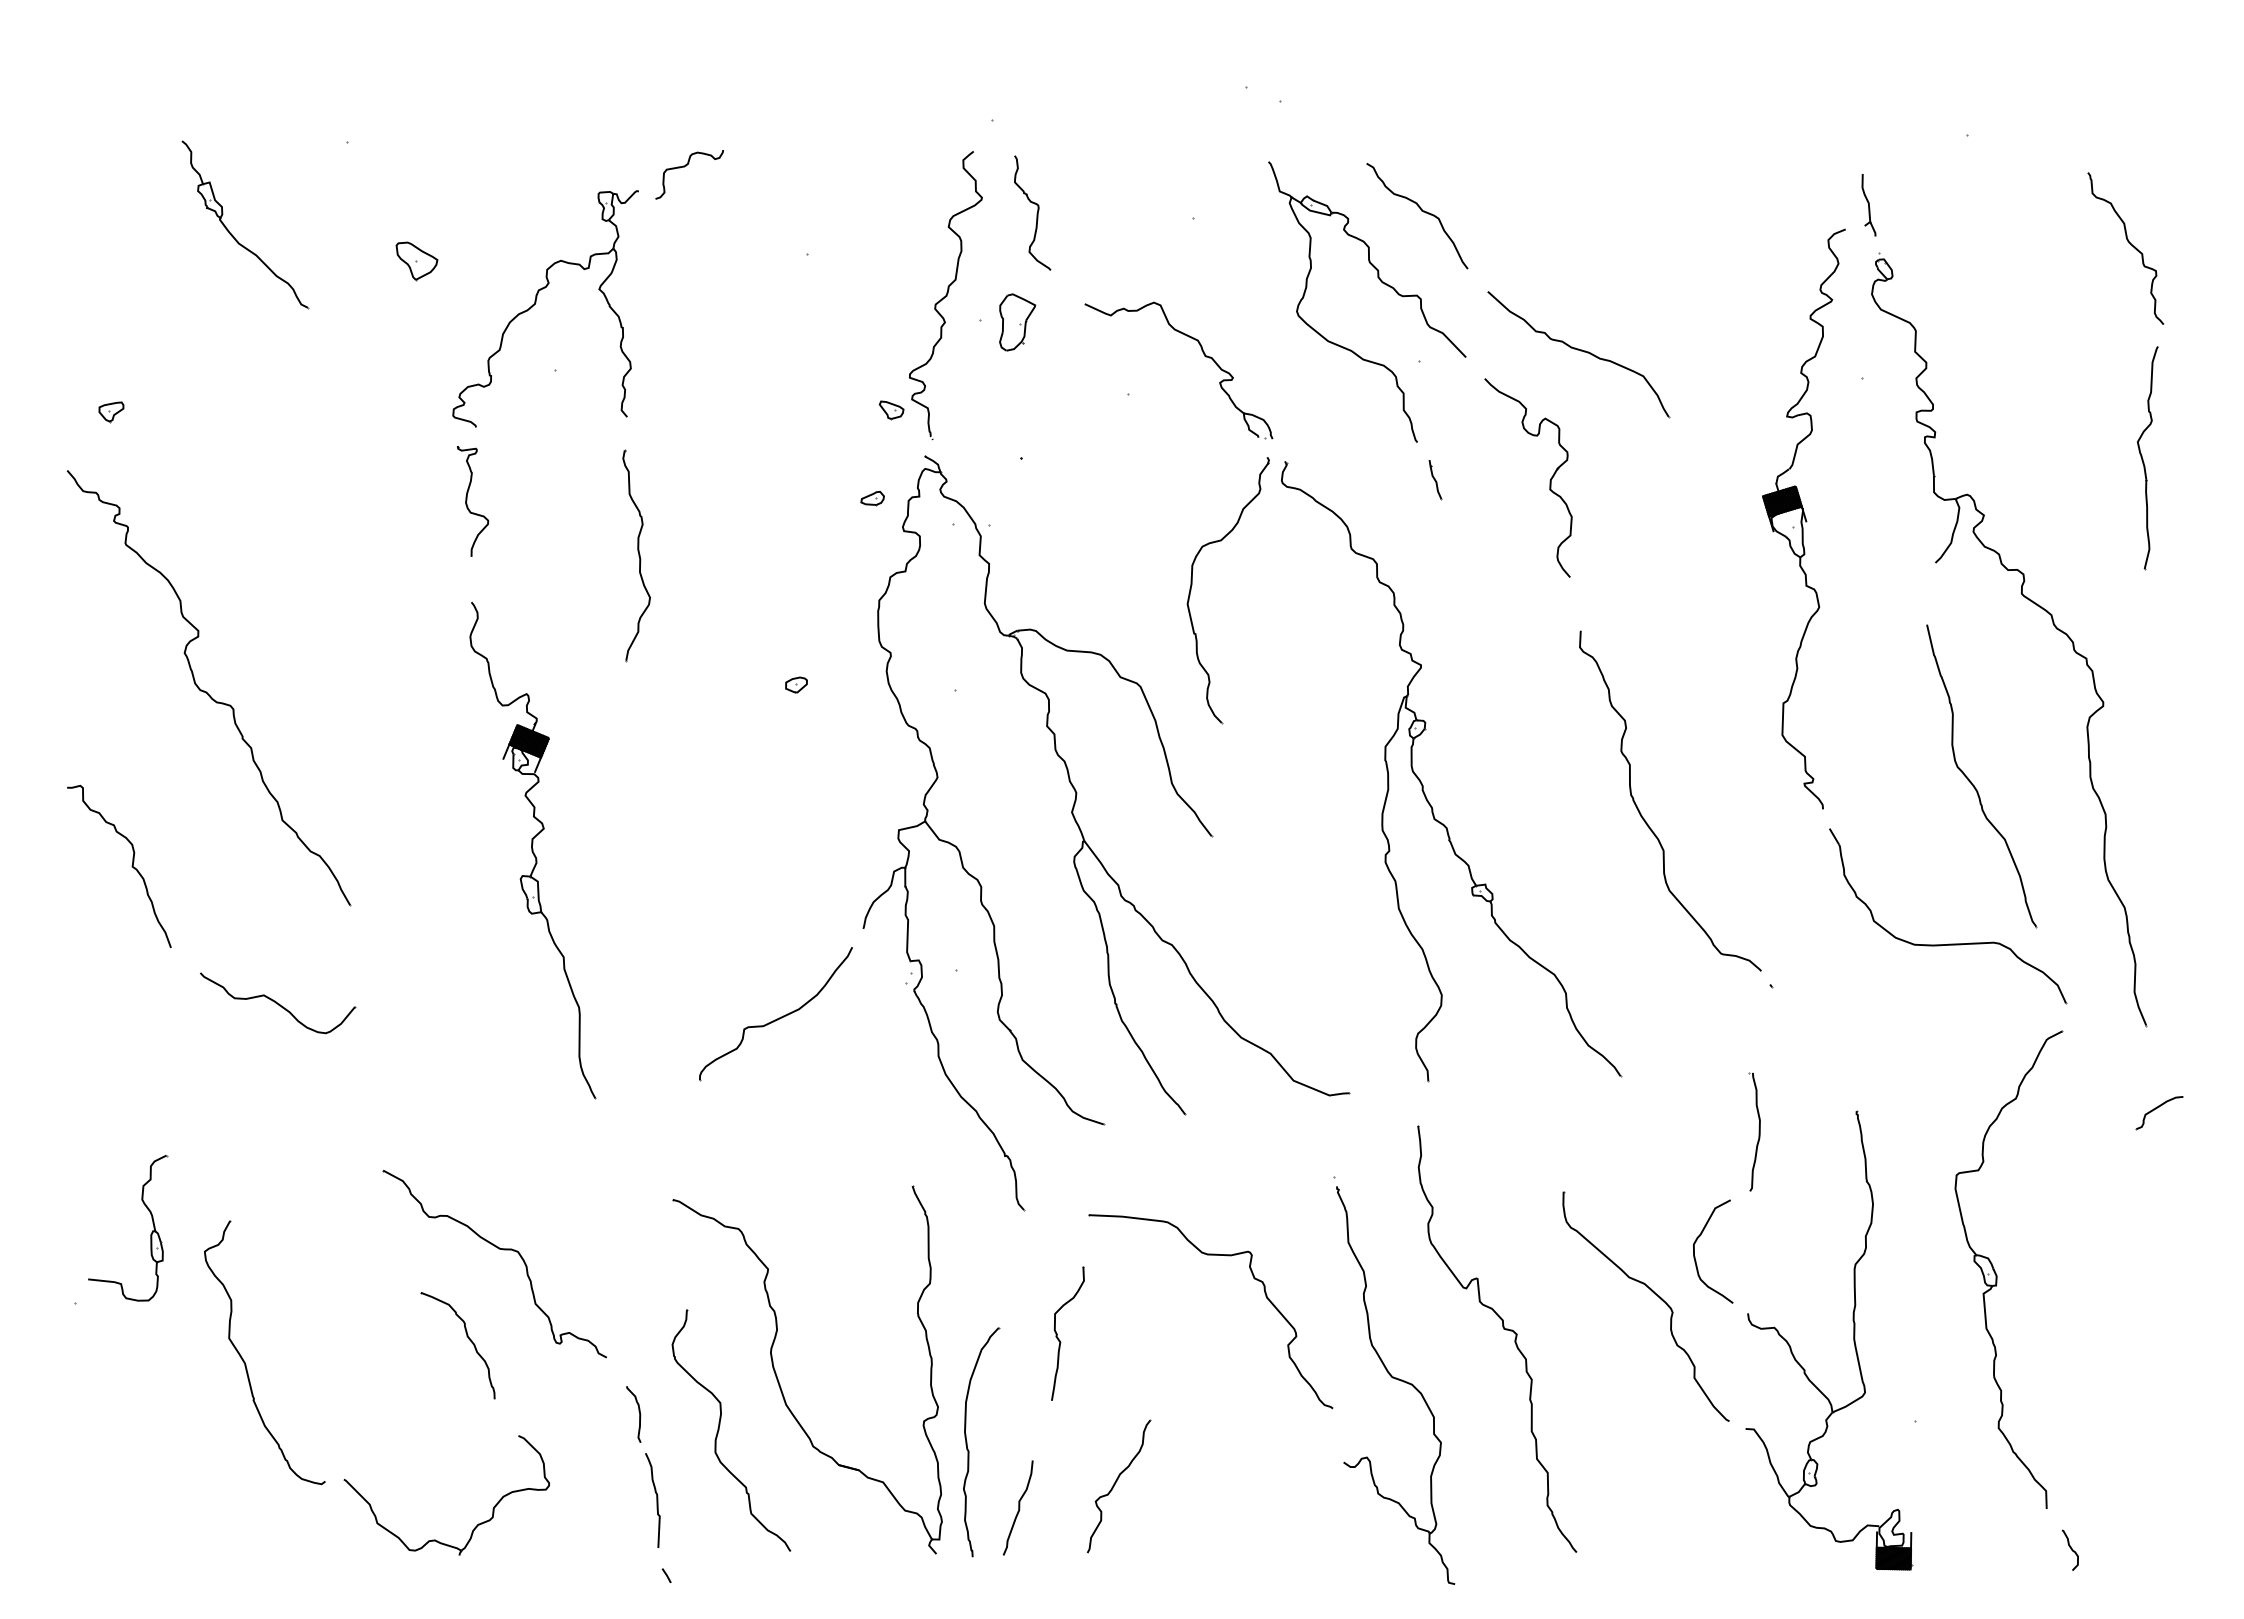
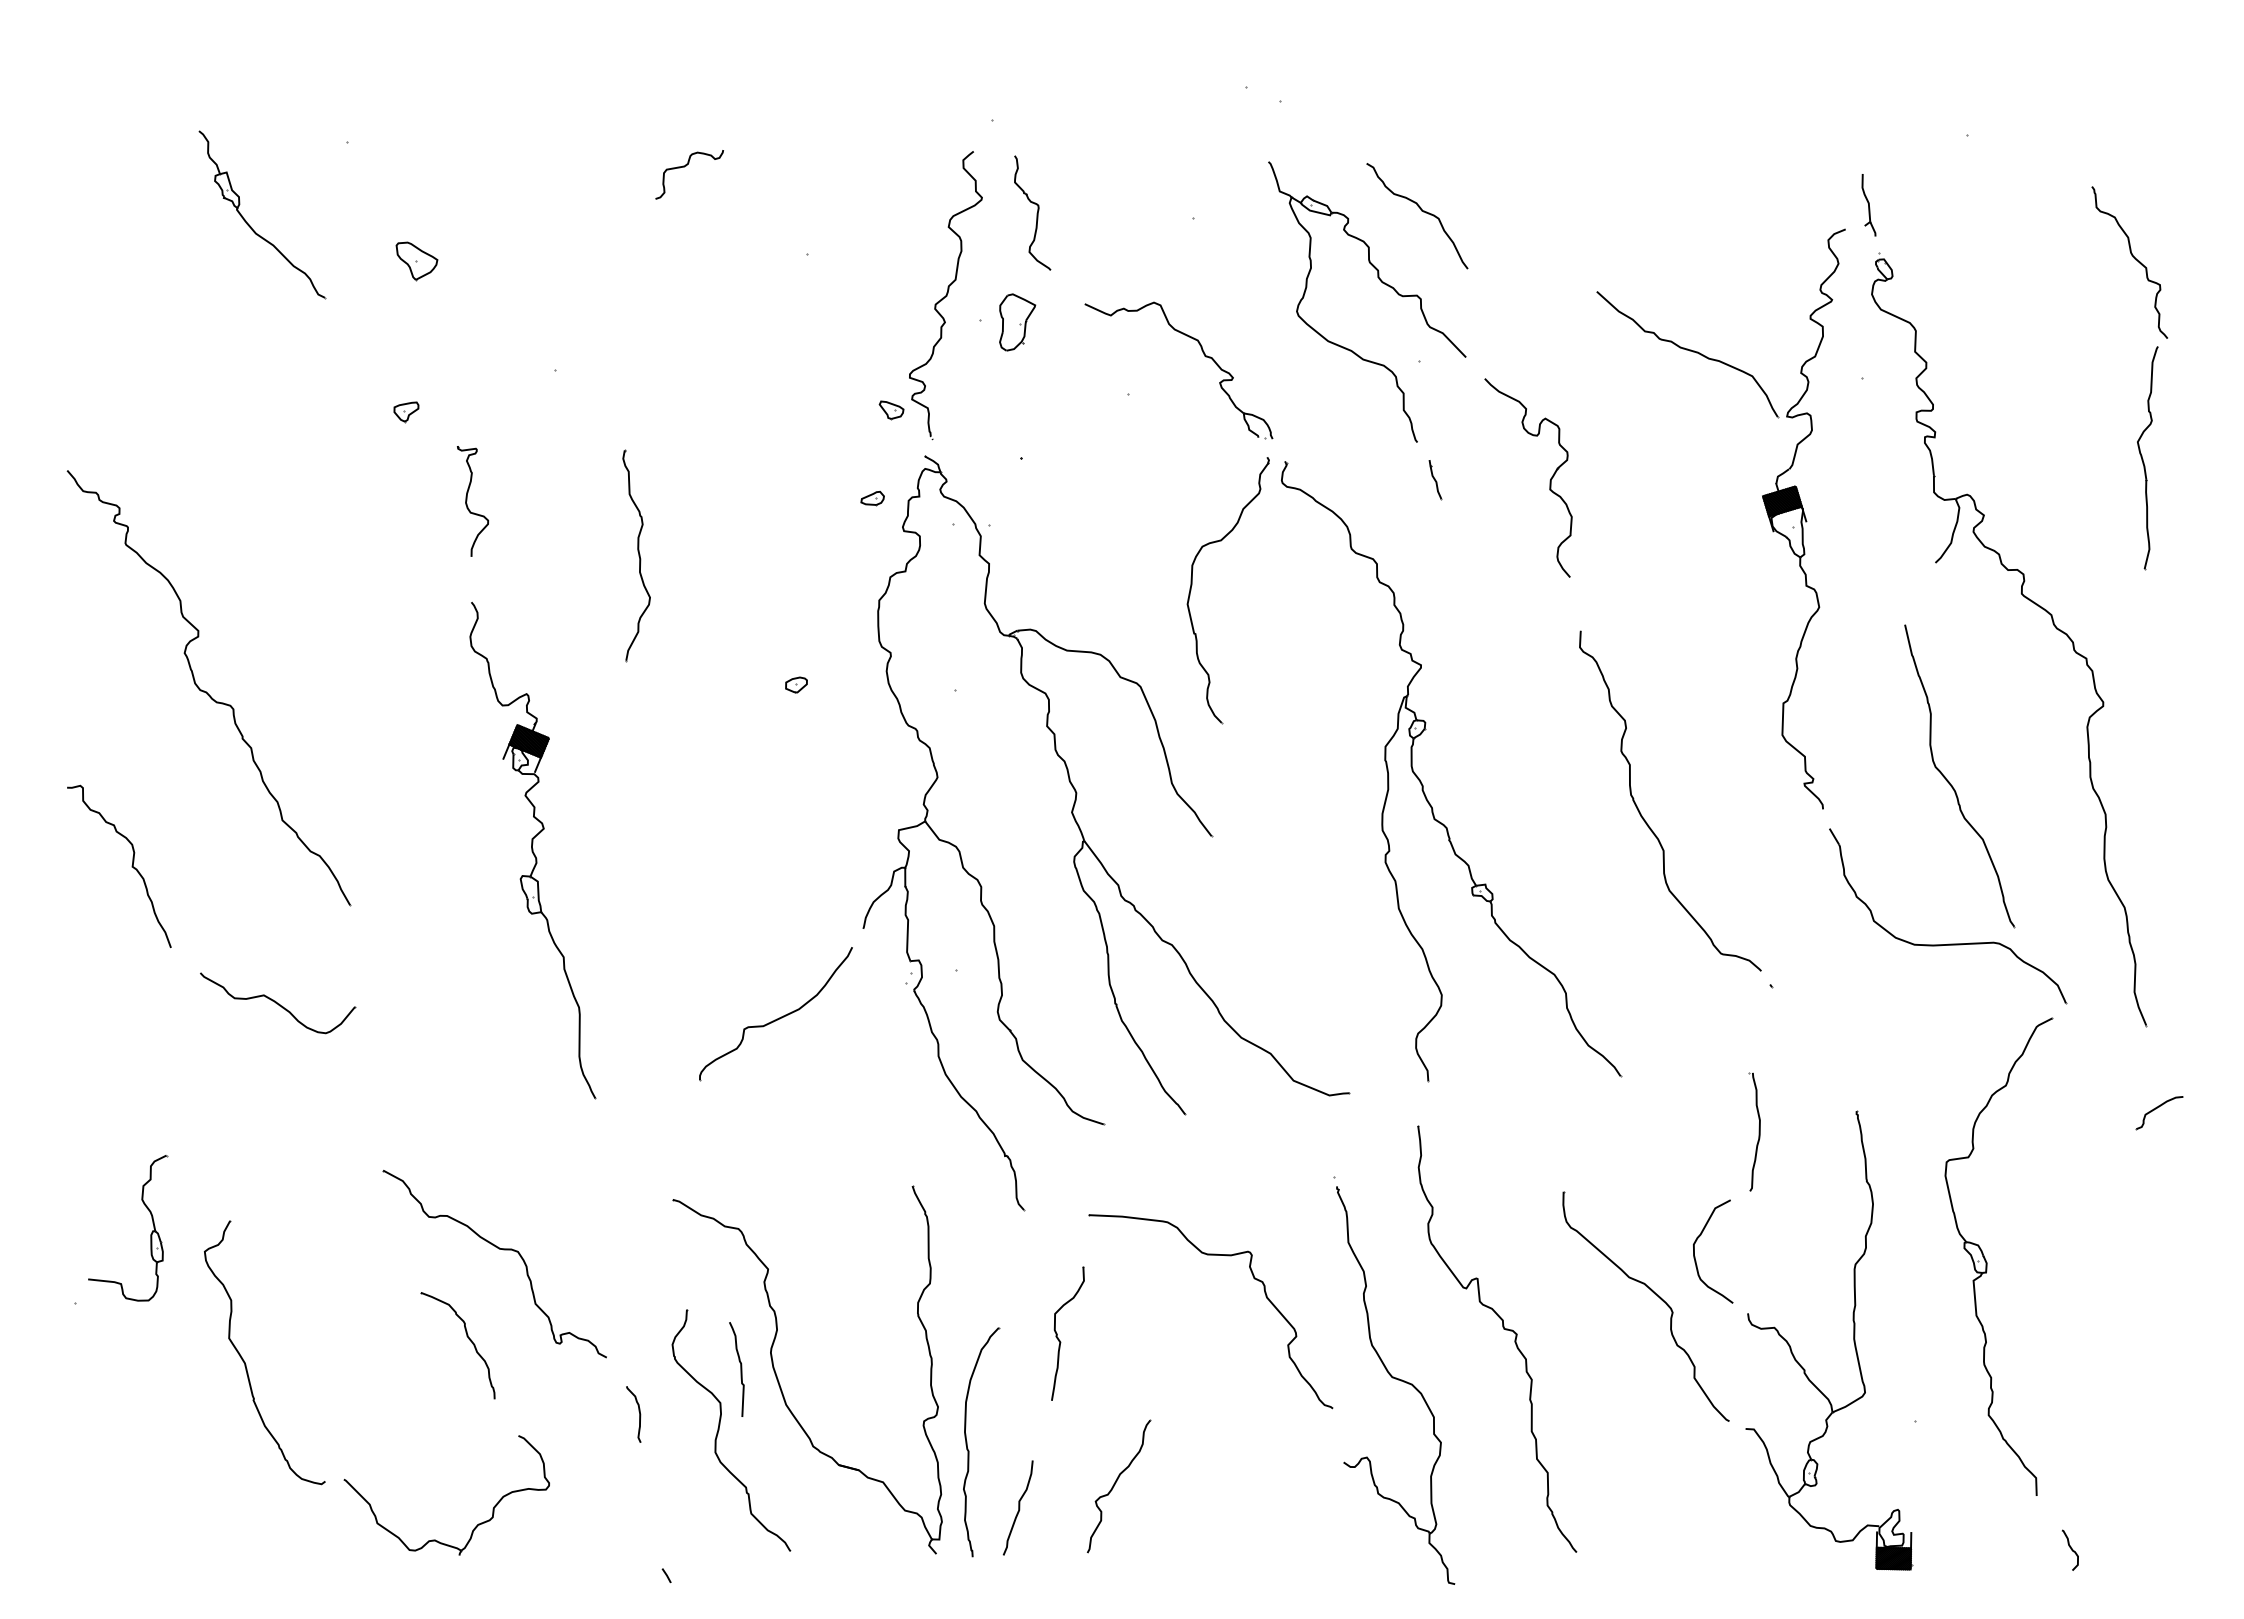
part at (233, 235) position: (233, 235) -> (250, 225)
curve at (2130, 245) position: (2130, 245) -> (2134, 259)
part at (535, 304): present -> none
part at (1578, 354) position: (1578, 354) -> (1687, 354)
part at (111, 412) position: (111, 412) -> (406, 412)
part at (1972, 782) position: (1972, 782) -> (1950, 782)
part at (1997, 1275) position: (1997, 1275) -> (1987, 1262)
curve at (656, 1500) position: (656, 1500) -> (740, 1369)
